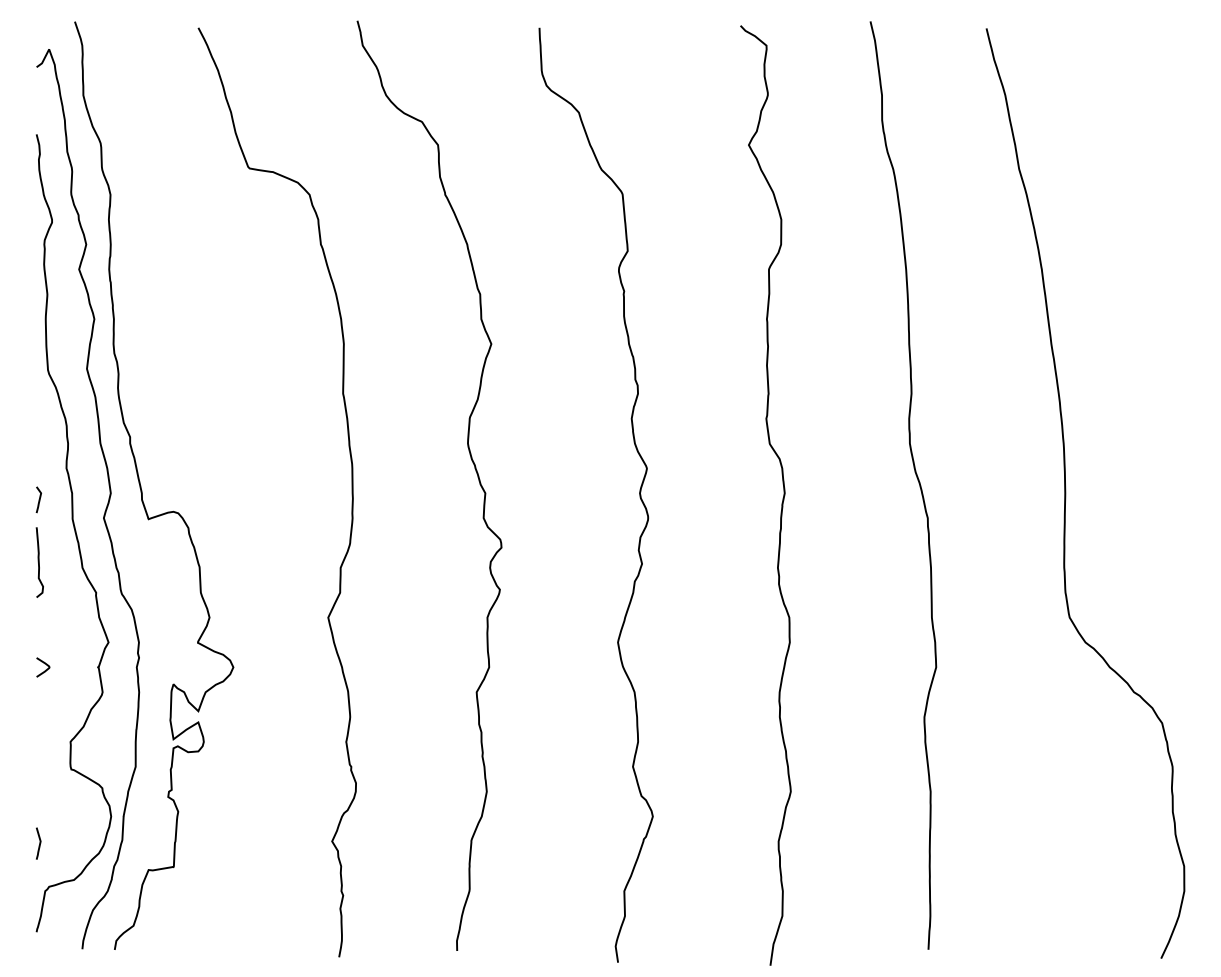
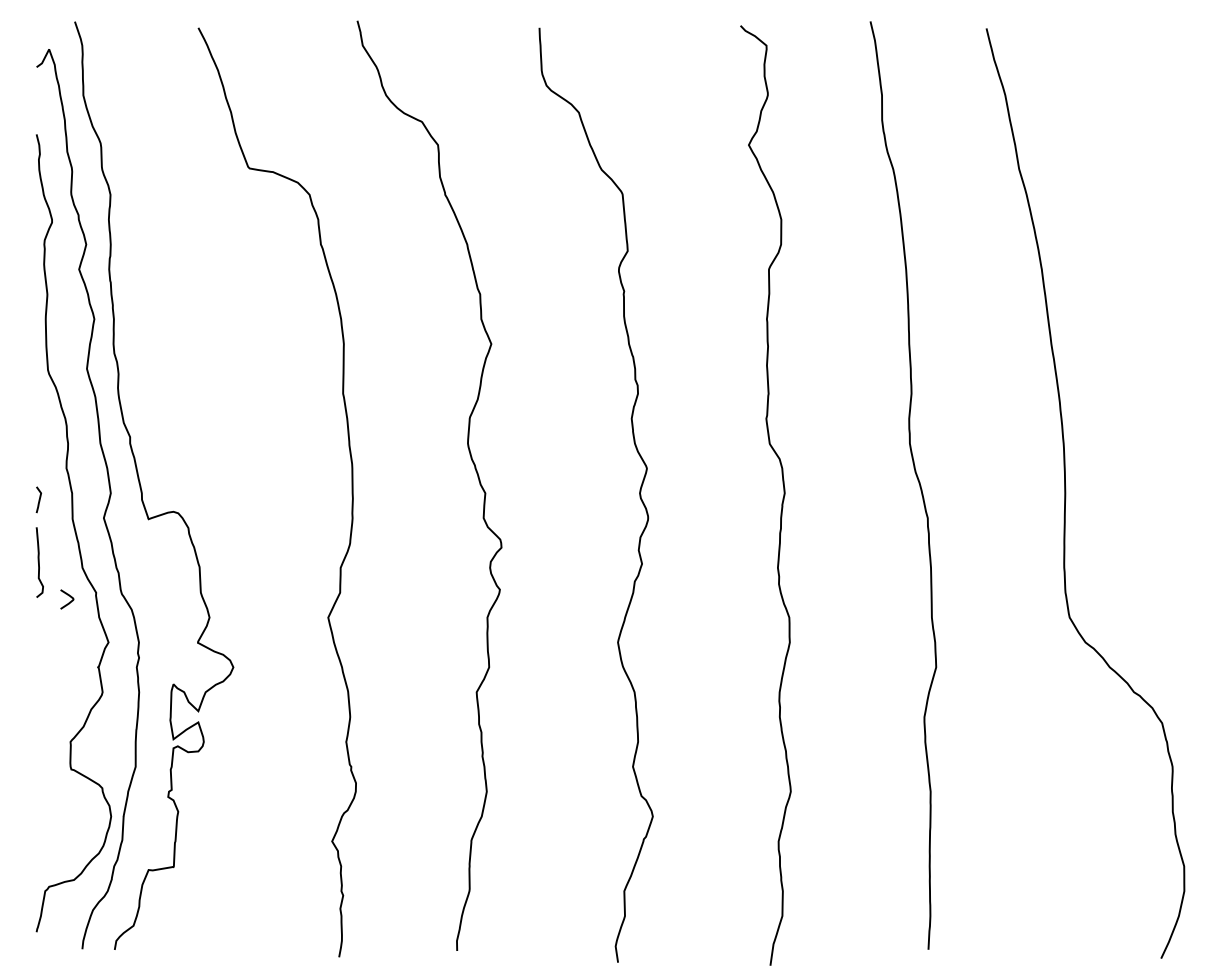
curve at (45, 669) position: (45, 669) -> (69, 601)
curve at (39, 843): present -> none
